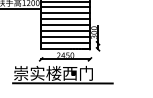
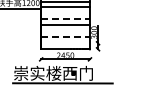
line at (65, 13): present -> none
line at (66, 19): solid -> dashed
line at (65, 31): present -> none
line at (66, 37): solid -> dashed
line at (65, 43): present -> none
